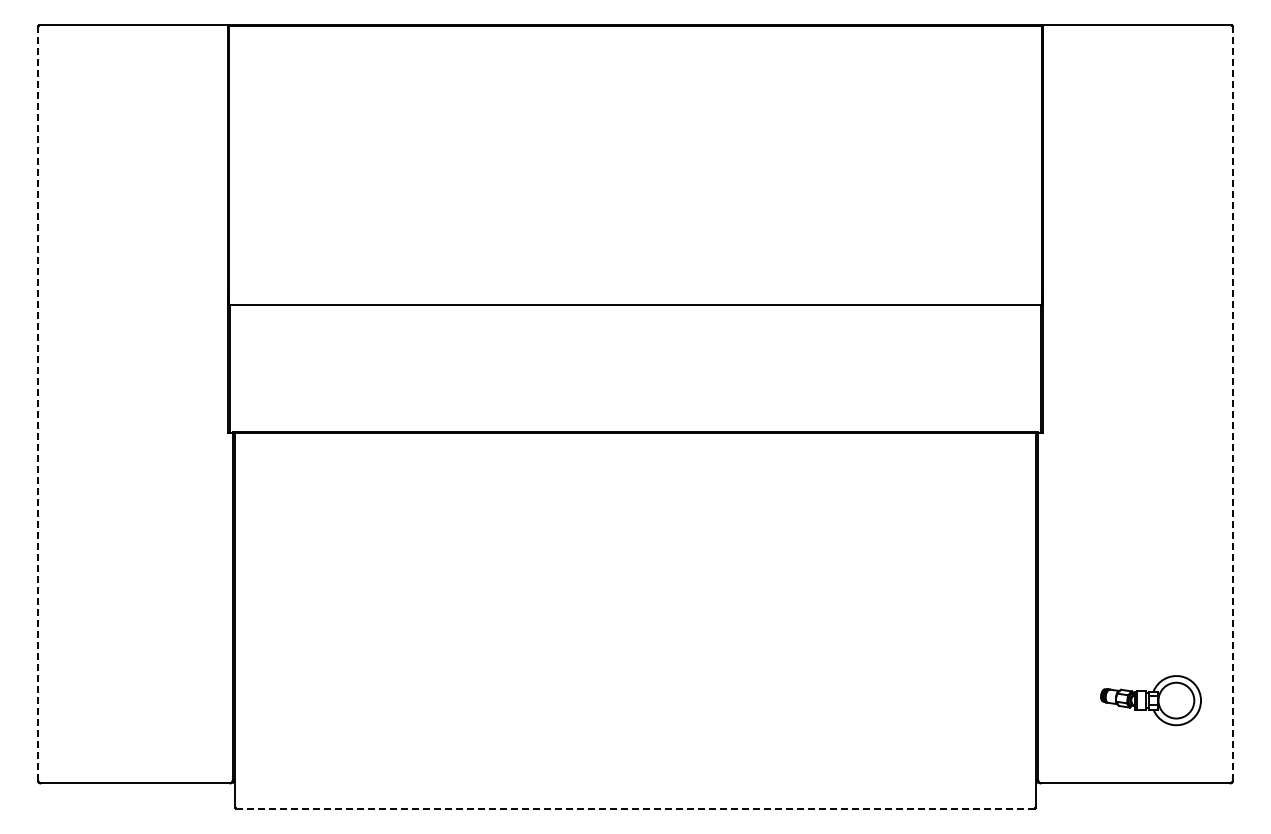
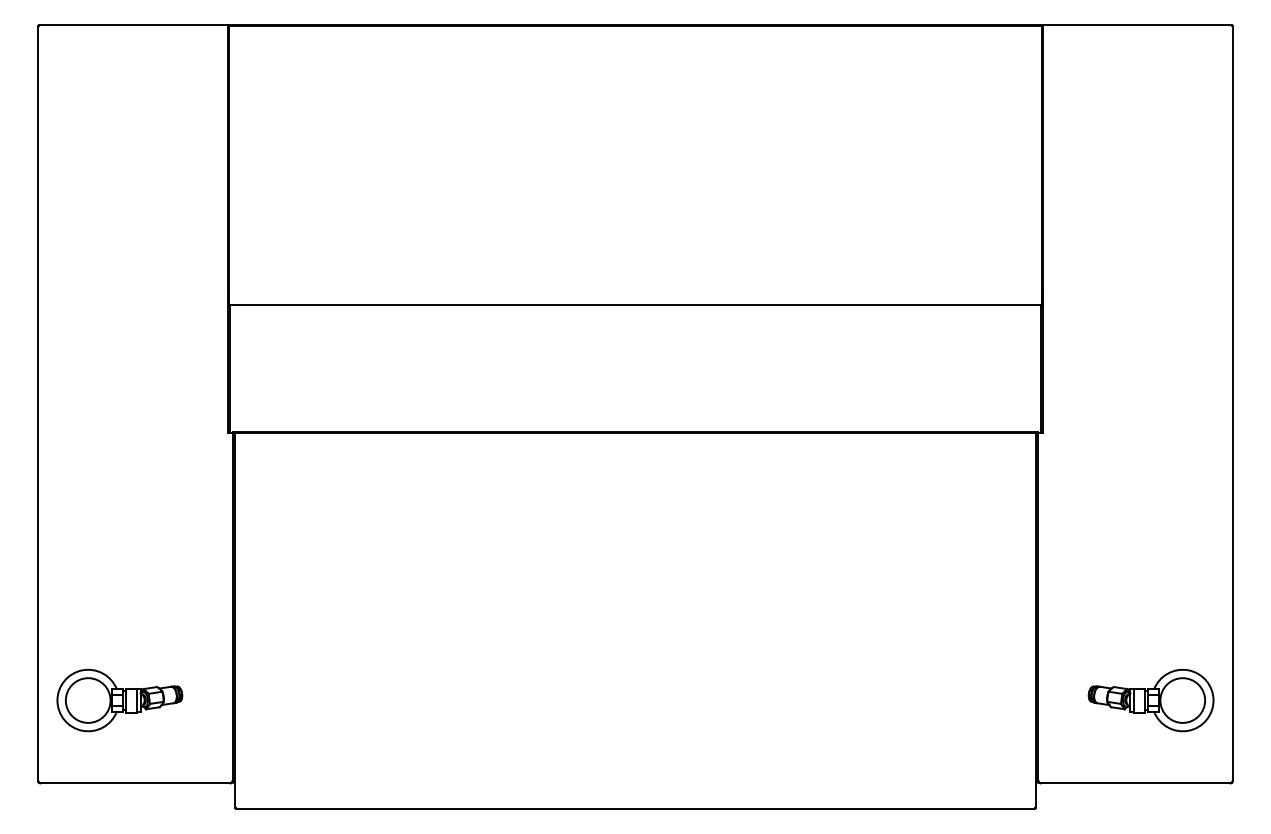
line at (38, 402): dashed -> solid
line at (1232, 402): dashed -> solid
part at (119, 700): none -> present
part at (1150, 700) size: 102x52 px -> 128x64 px
line at (635, 808): dashed -> solid
